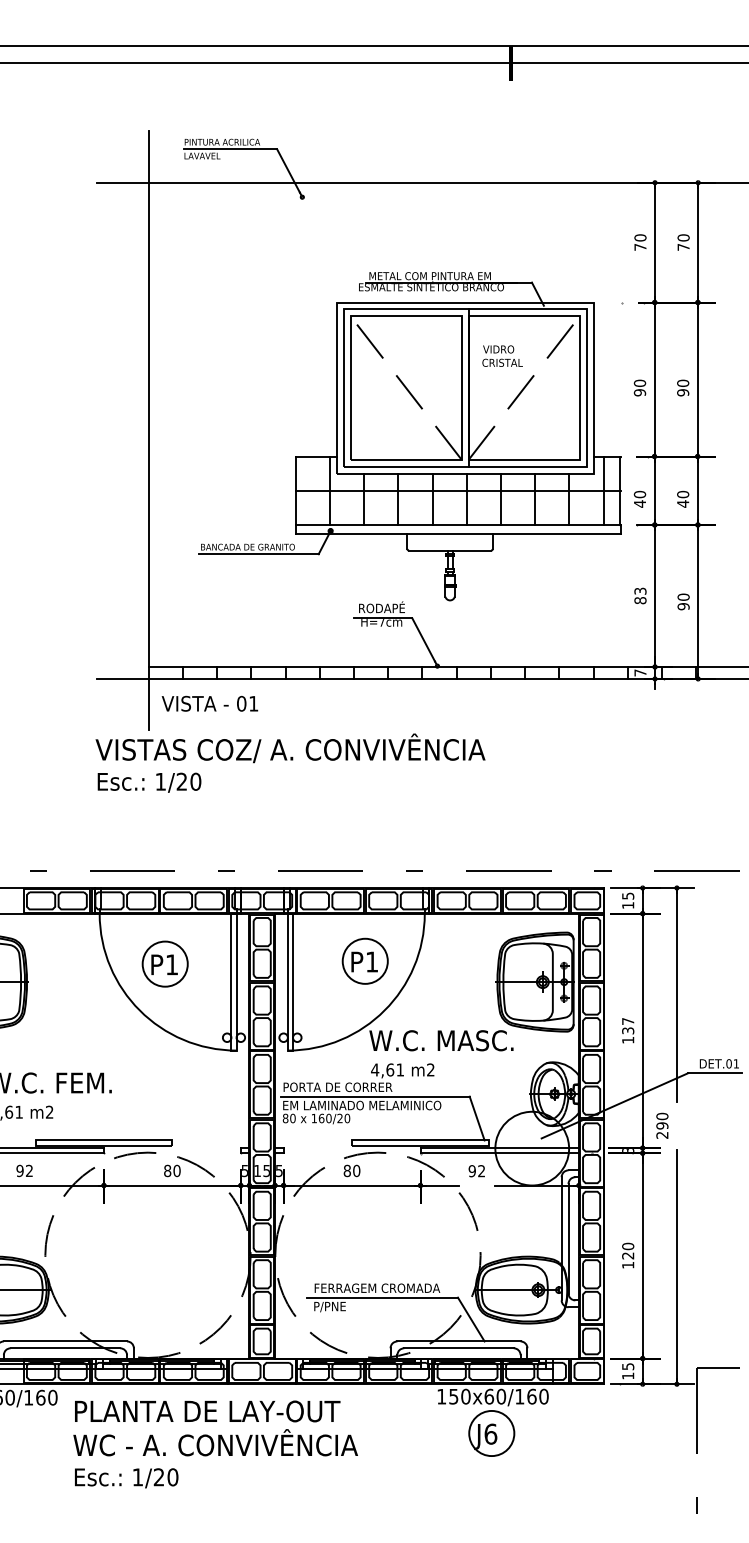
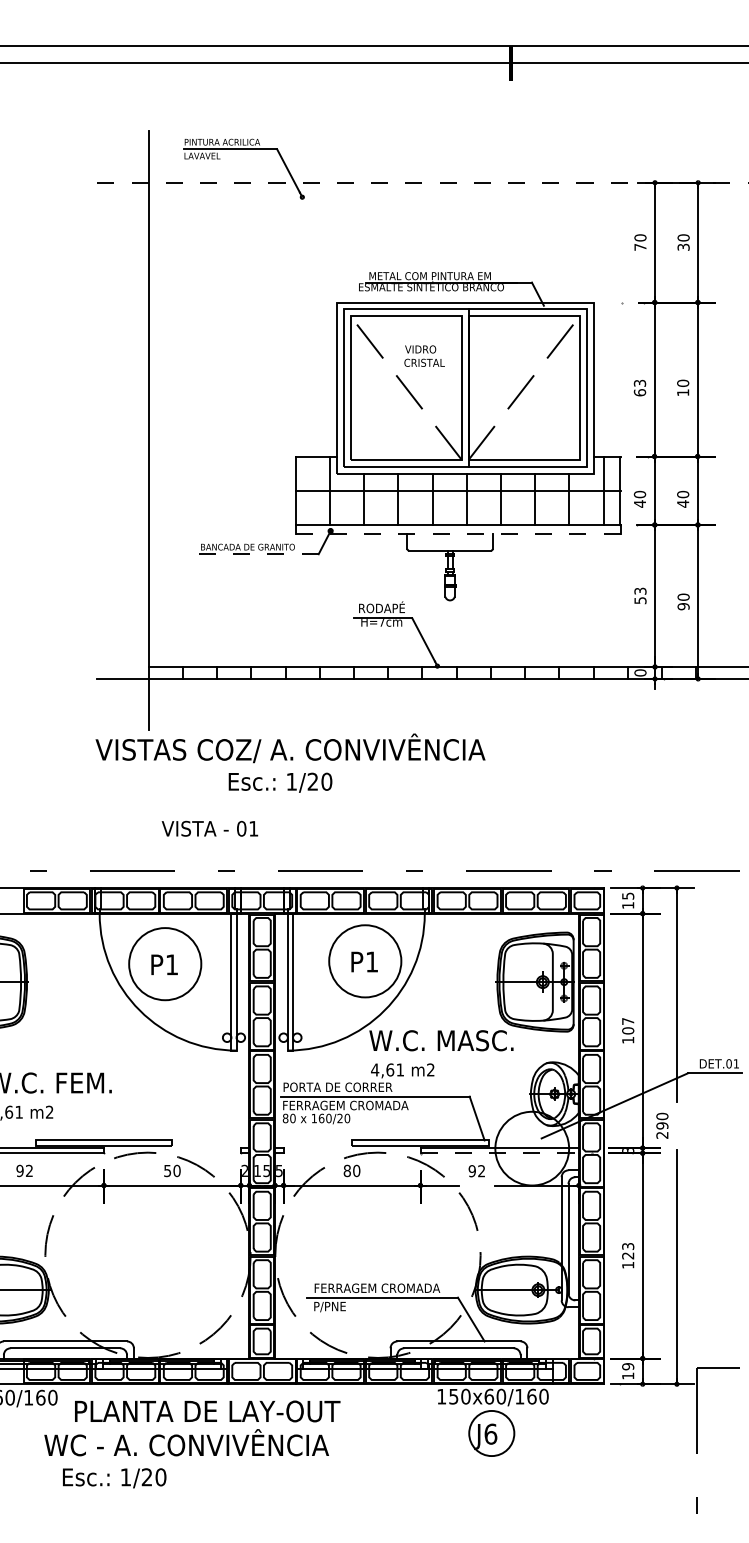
line at (423, 182): solid -> dashed
text at (683, 246): 70 -> 30
text at (502, 355) position: (502, 355) -> (424, 355)
text at (639, 387): 90 -> 63
text at (683, 392): 90 -> 10
line at (458, 533): solid -> dashed
line at (259, 554): solid -> dashed
text at (640, 600): 83 -> 53
text at (640, 672): 7 -> 0
text at (209, 703) position: (209, 703) -> (209, 828)
text at (149, 782) position: (149, 782) -> (280, 782)
circle at (364, 960) diameter: 45 px -> 72 px
circle at (164, 963) diameter: 45 px -> 72 px
text at (628, 1030): 137 -> 107
text at (362, 1105): EM LAMINADO MELAMINICO -> FERRAGEM CROMADA
line at (500, 1153): solid -> dashed
text at (167, 1170): 80 -> 50
text at (244, 1170): 5 -> 2
text at (628, 1246): 120 -> 123
text at (627, 1366): 15 -> 19
text at (215, 1442) position: (215, 1442) -> (186, 1442)
text at (126, 1478) position: (126, 1478) -> (114, 1478)
